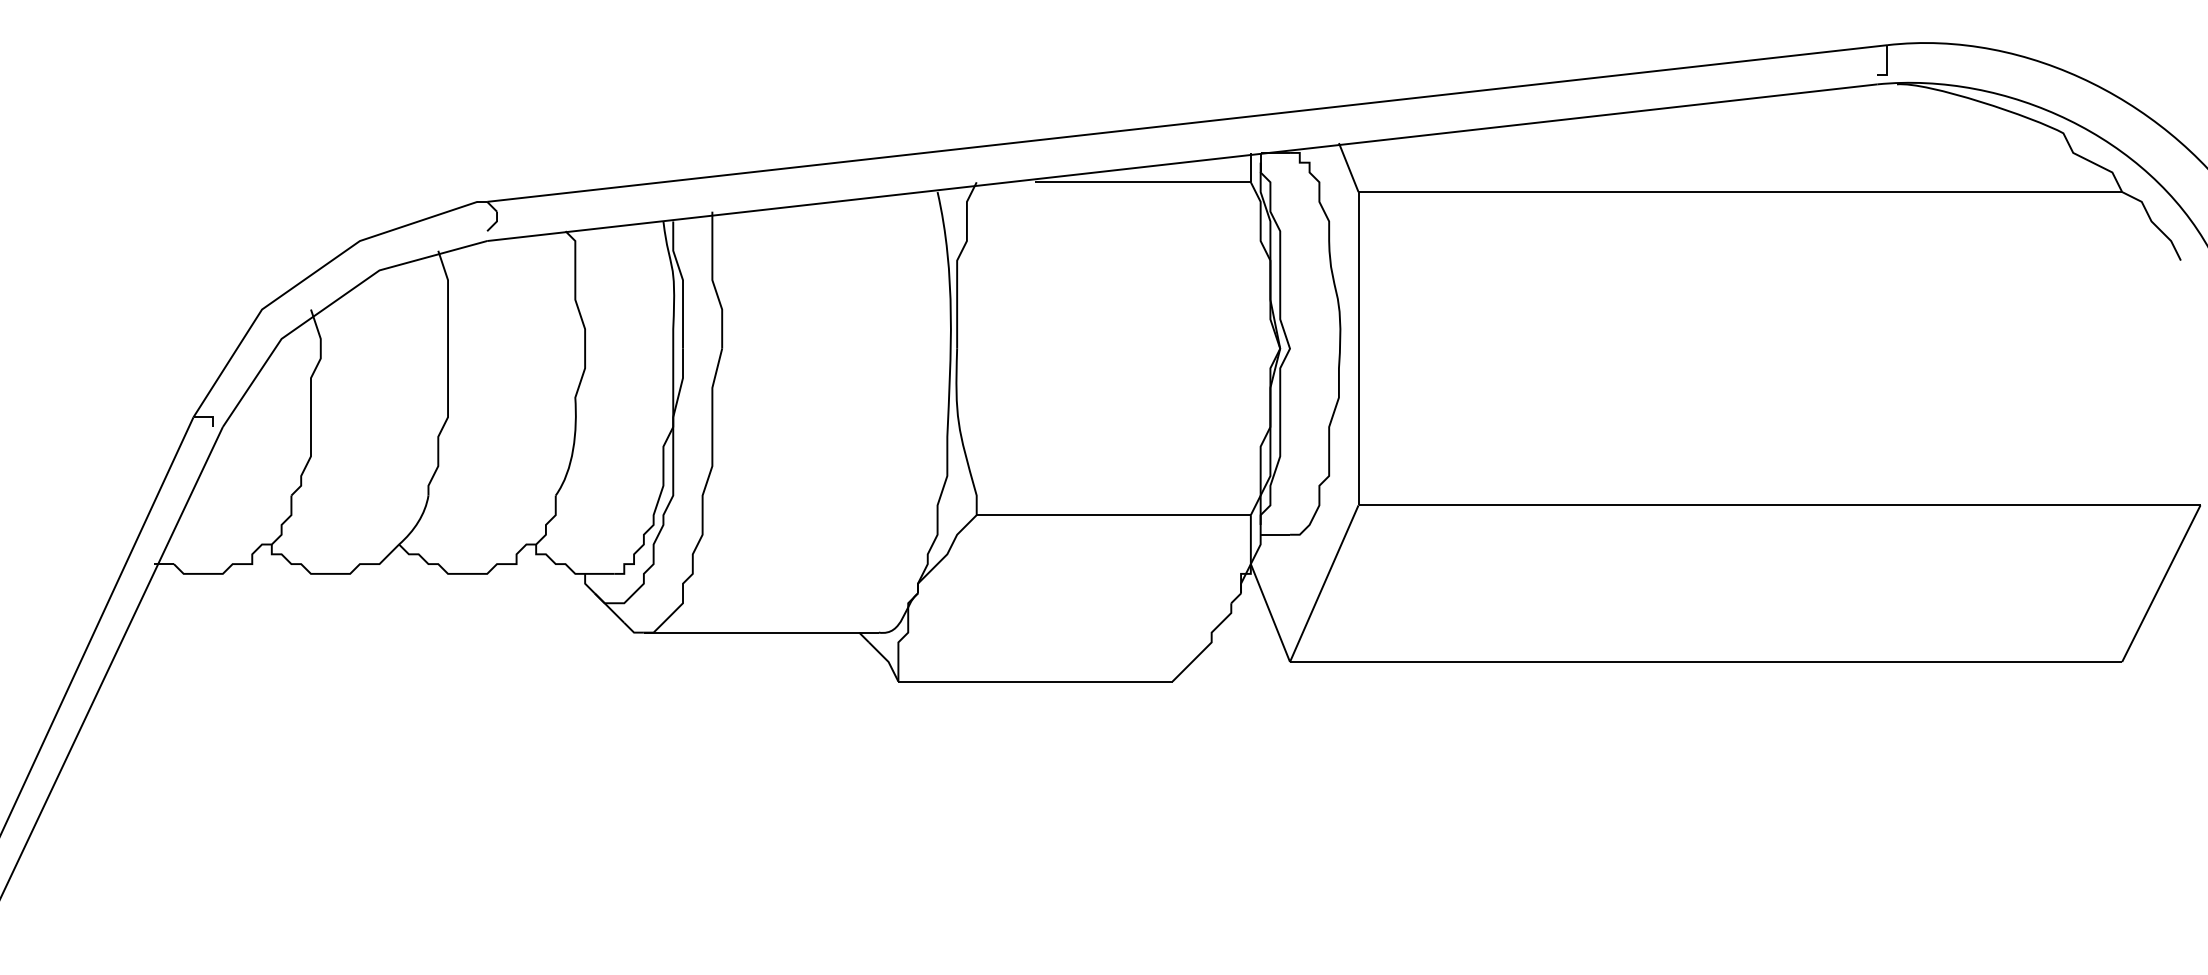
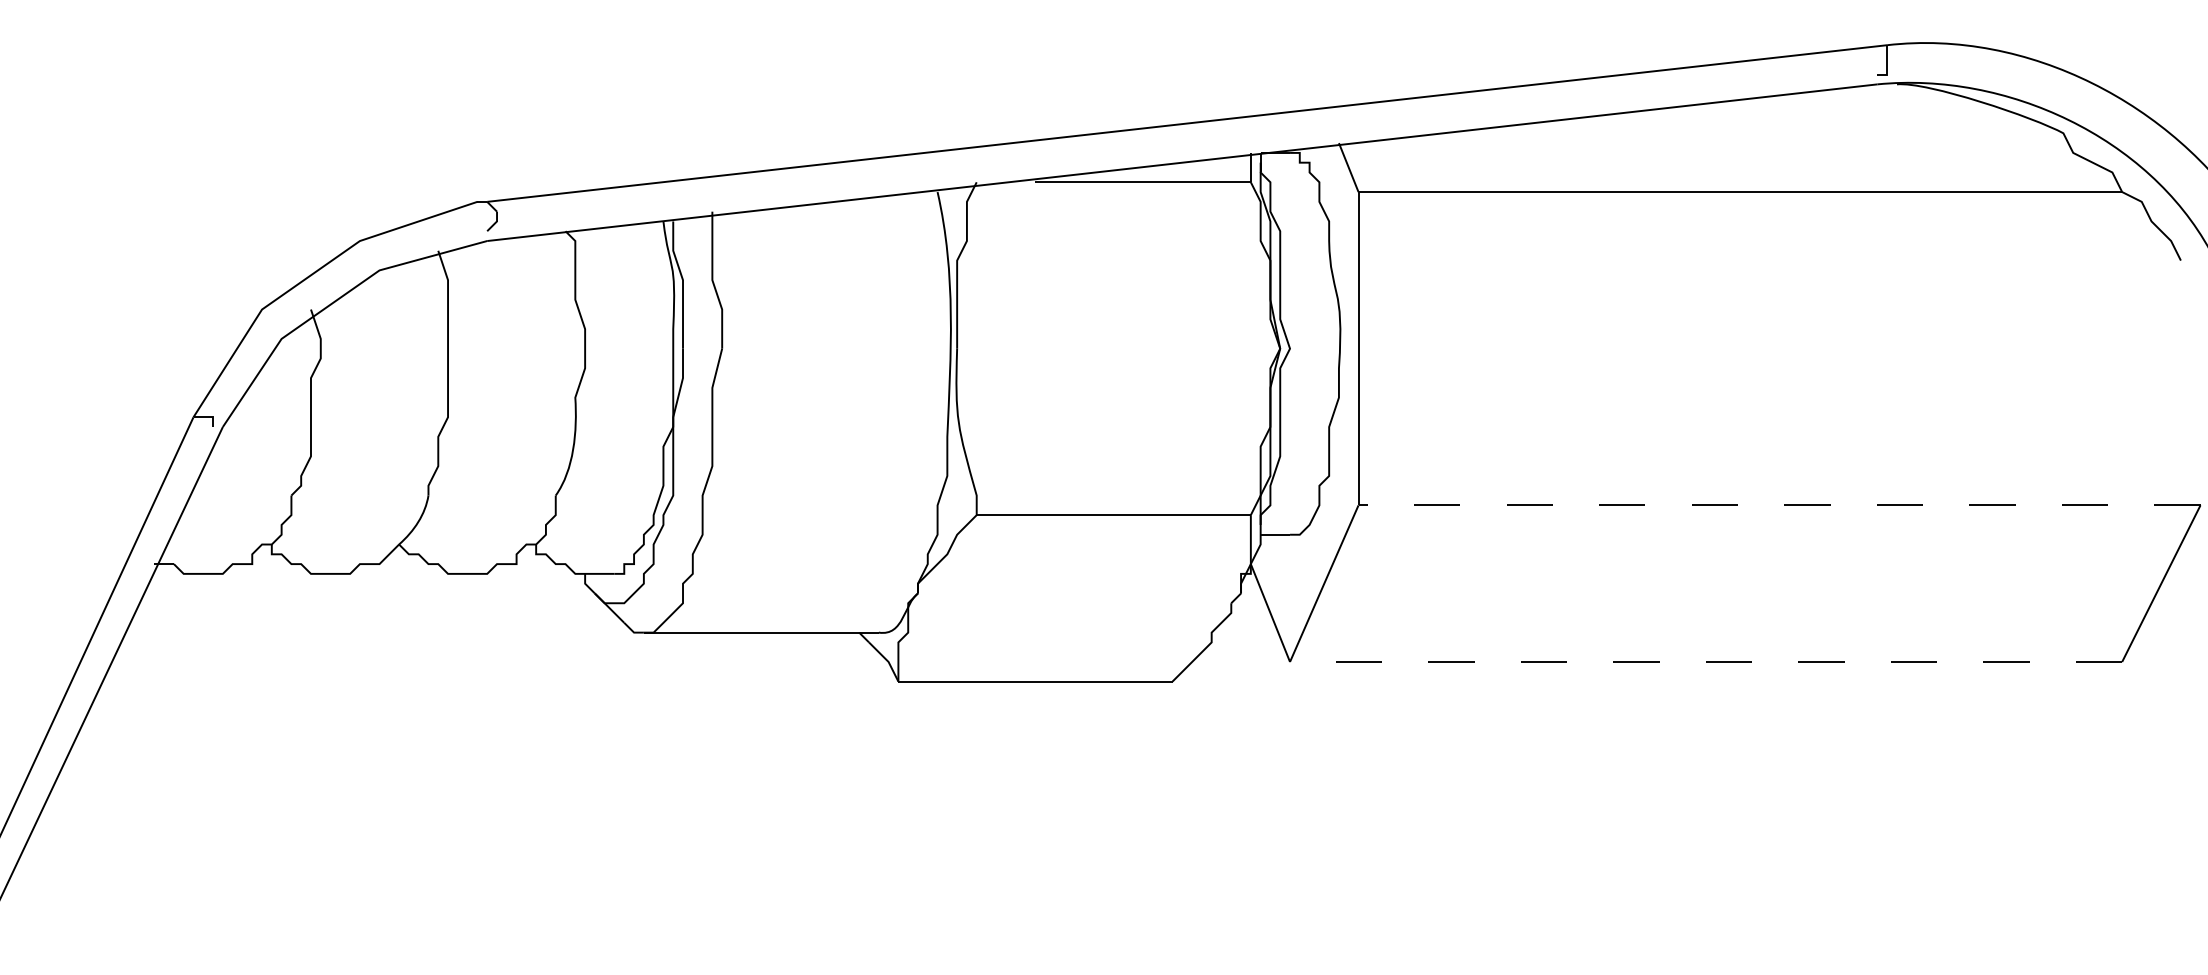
line at (1779, 505): solid -> dashed
line at (1705, 661): solid -> dashed
